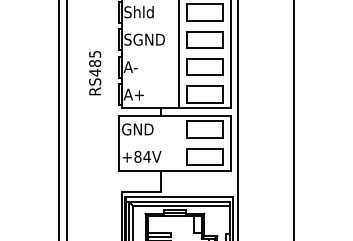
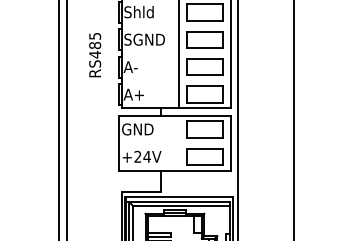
text at (95, 73) position: (95, 73) -> (95, 55)
text at (137, 156): +84V -> +24V
